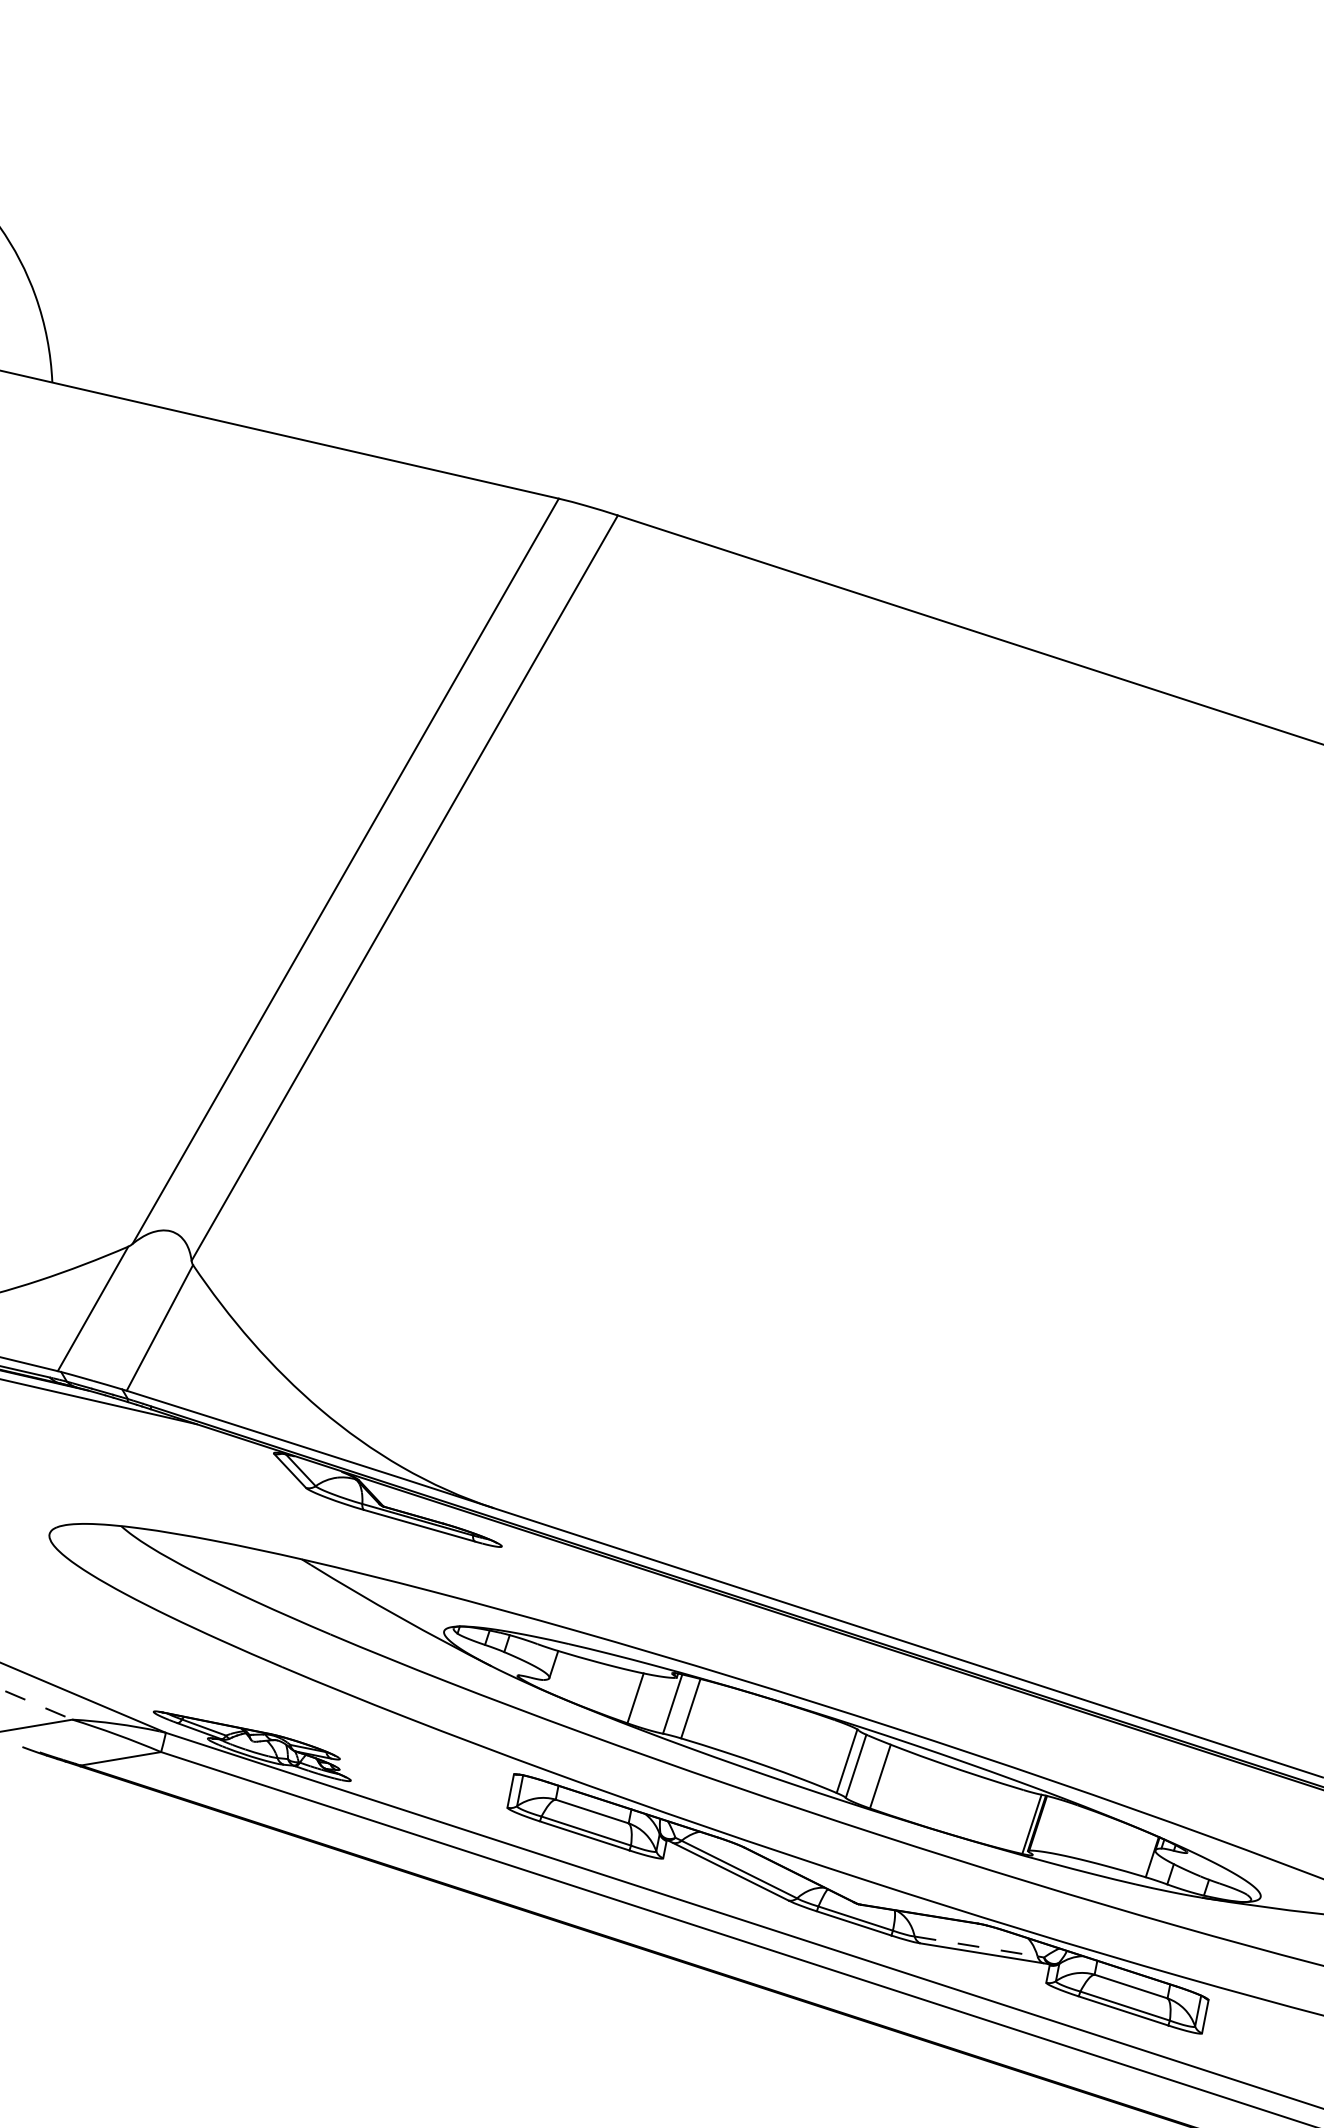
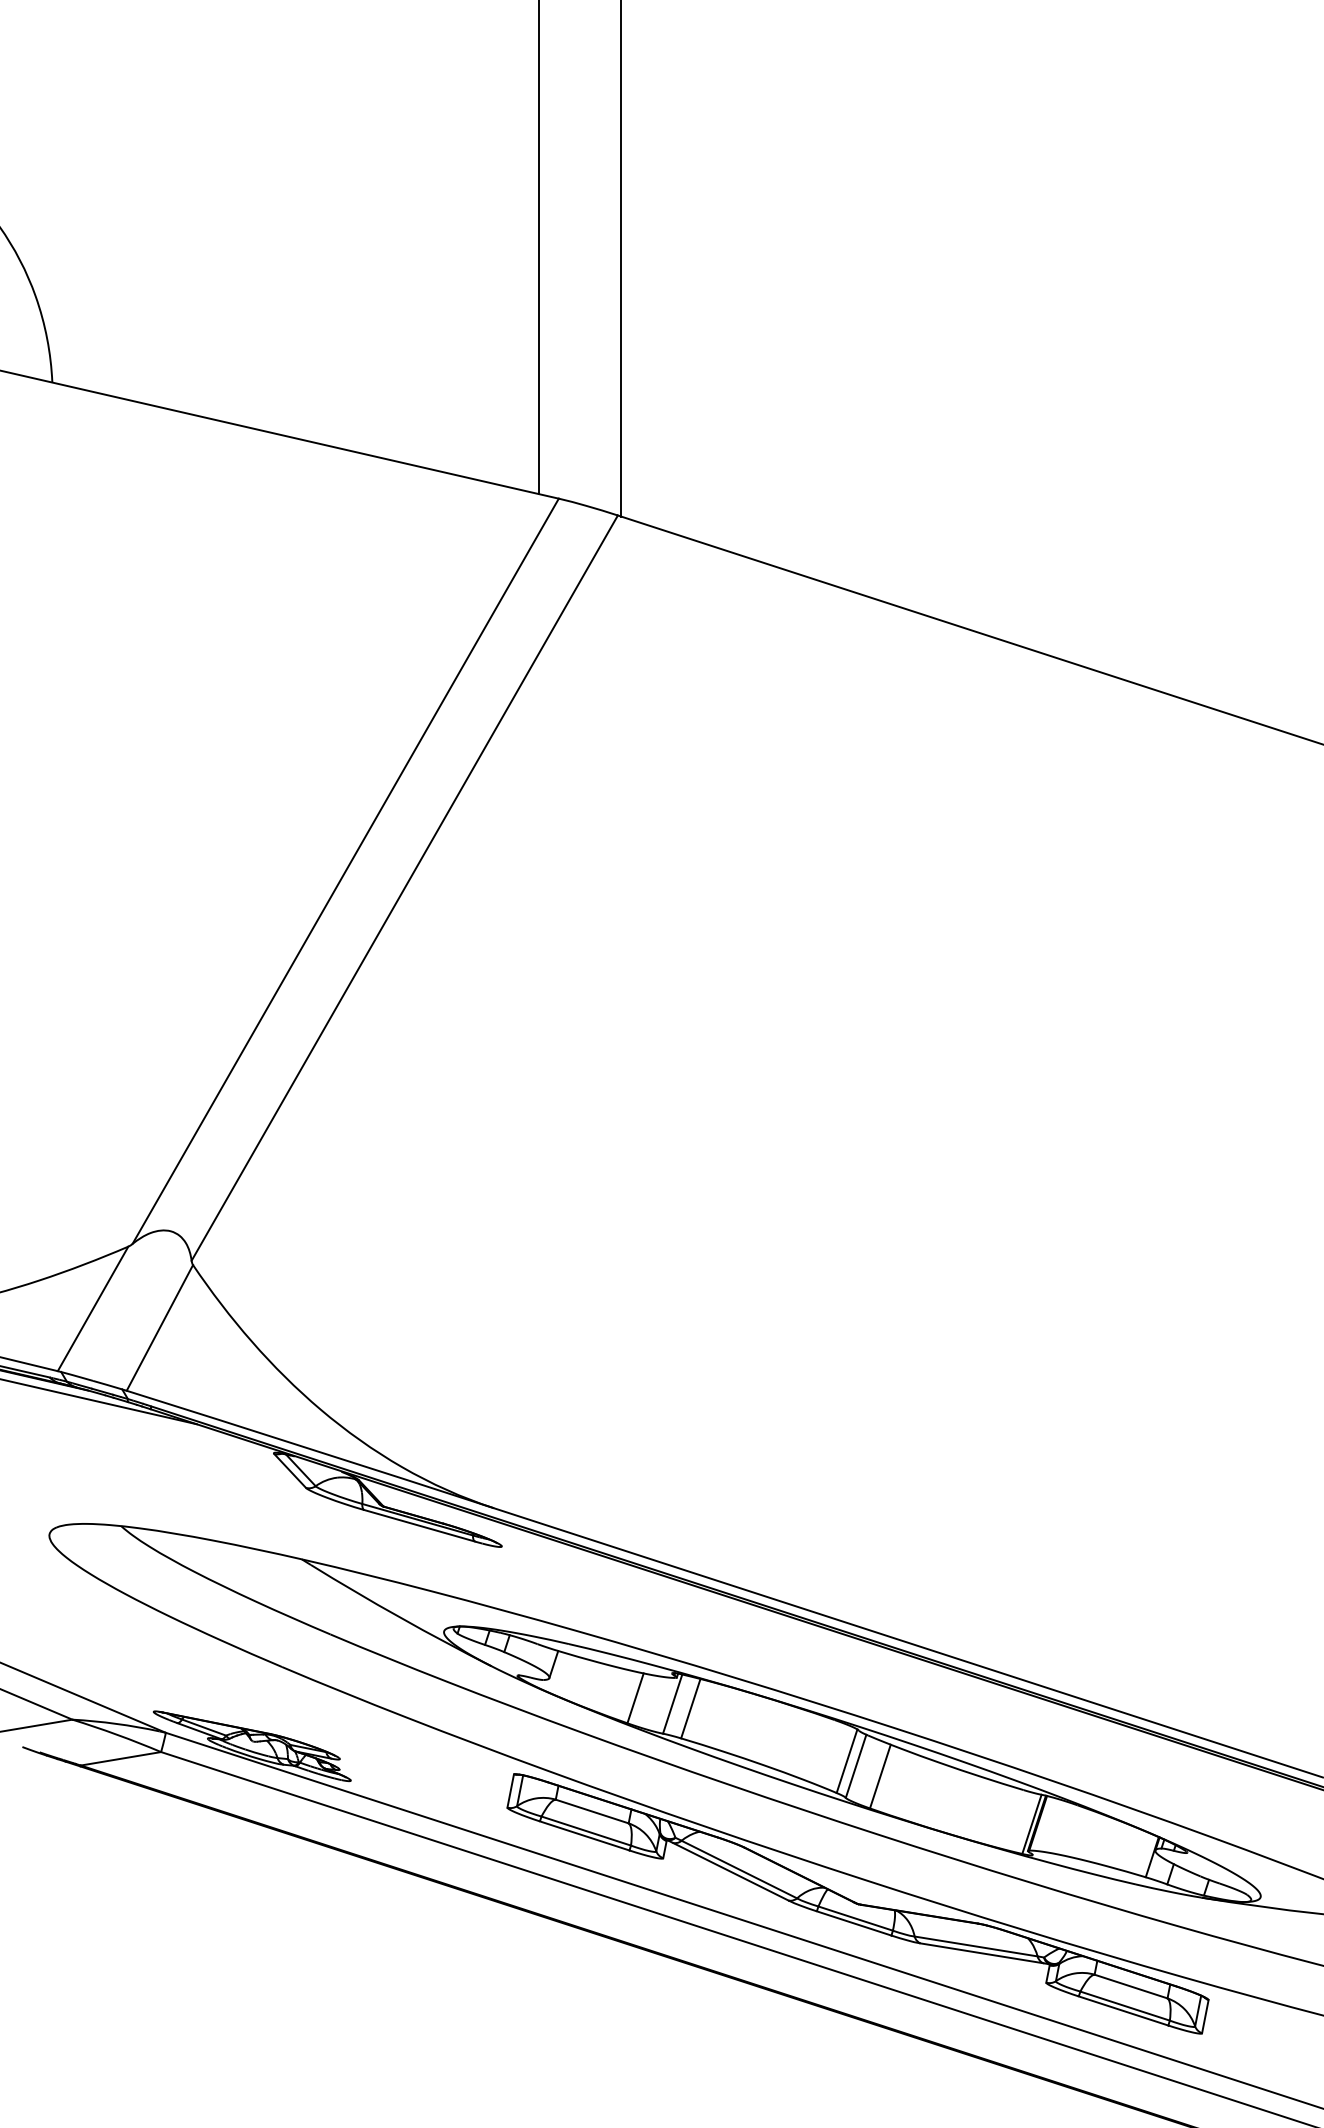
line at (538, 248): none -> present
line at (621, 259): none -> present
line at (36, 1704): dashed -> solid
line at (976, 1946): dashed -> solid
